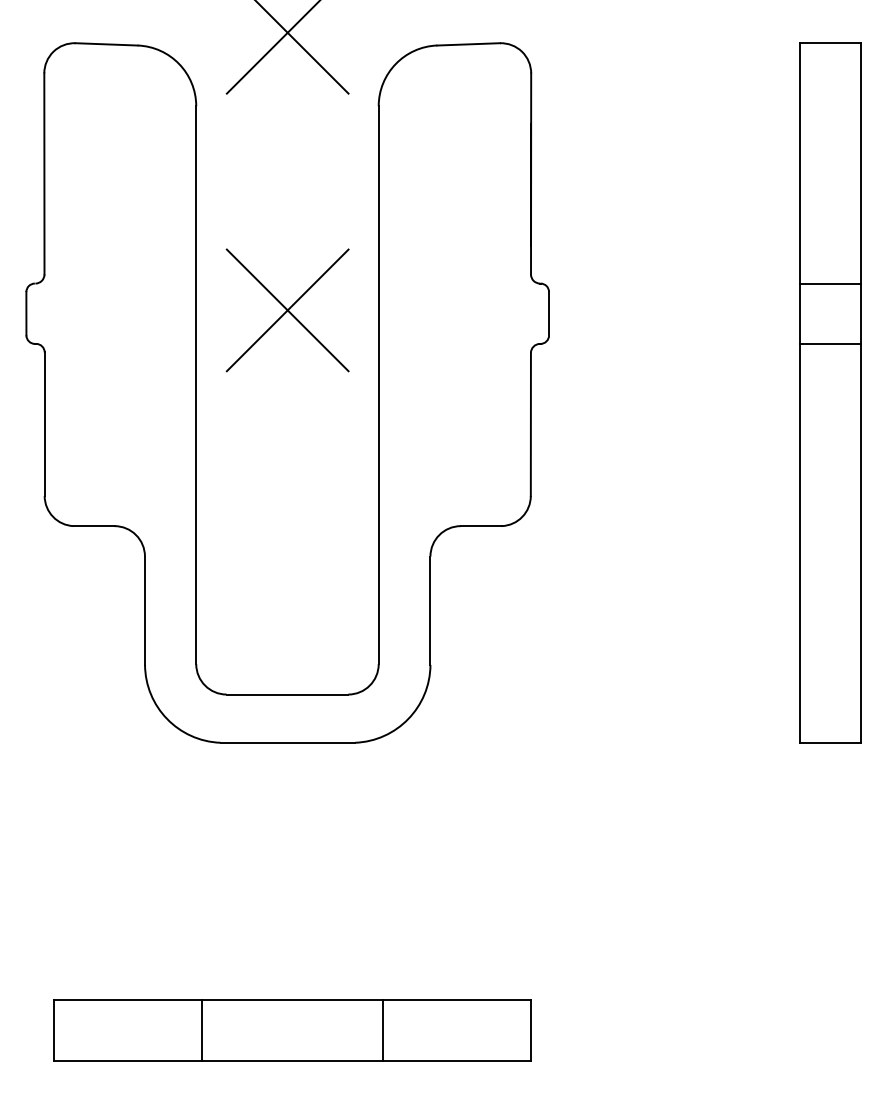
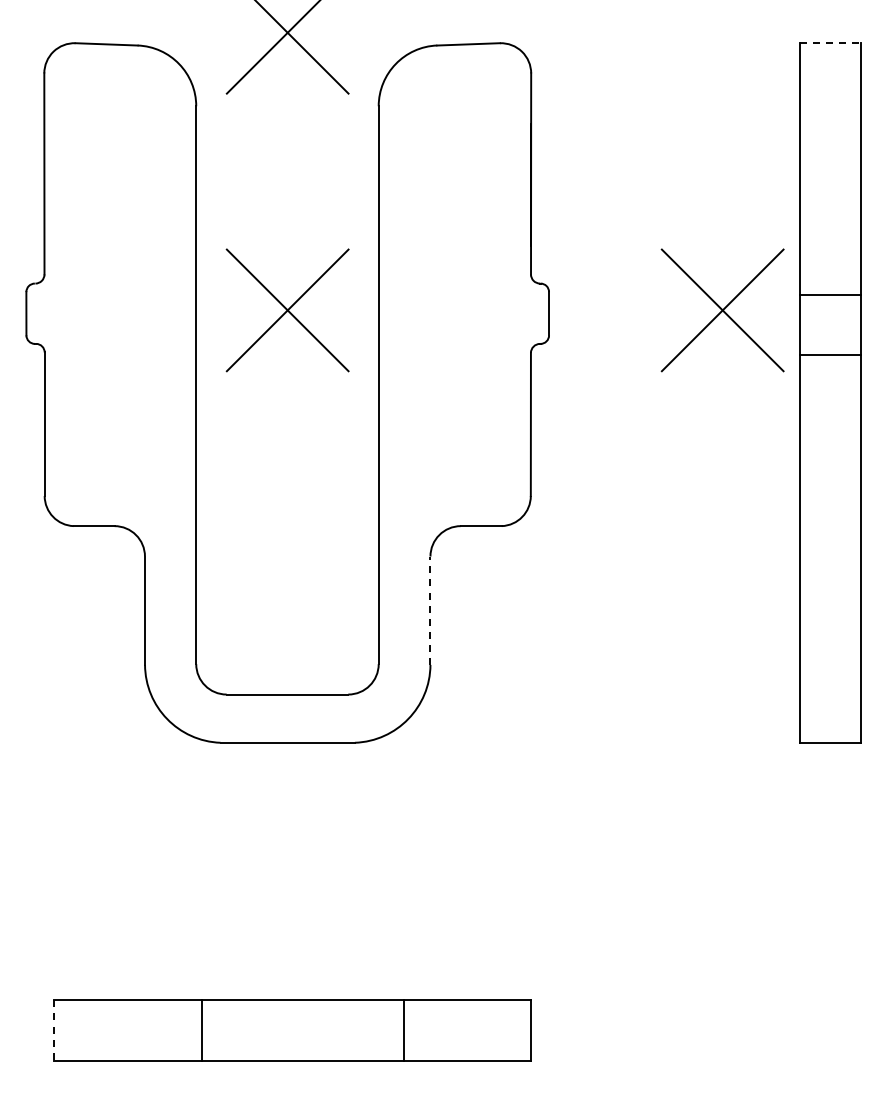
line at (830, 43): solid -> dashed
line at (829, 283) position: (829, 283) -> (829, 294)
part at (722, 310): none -> present
line at (829, 343) position: (829, 343) -> (829, 354)
line at (430, 610): solid -> dashed
line at (382, 1030) position: (382, 1030) -> (403, 1030)
line at (53, 1031): solid -> dashed
